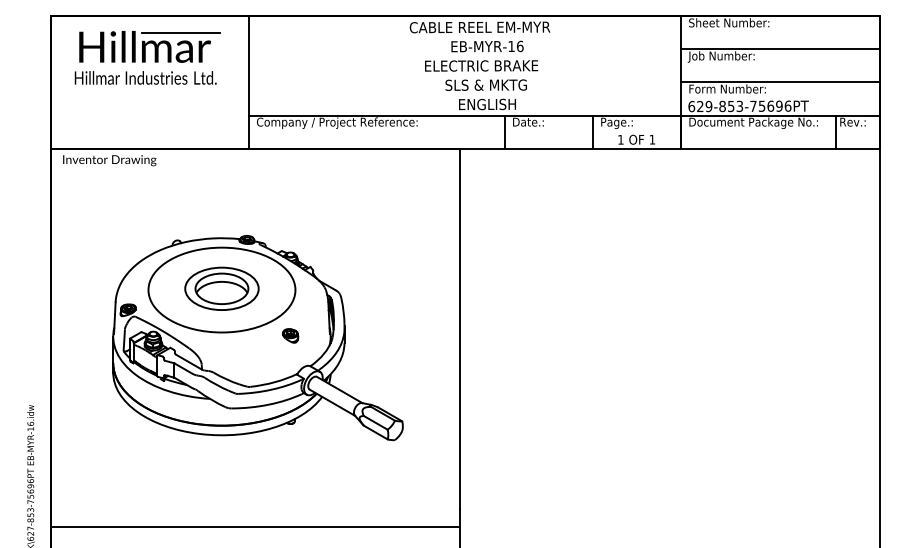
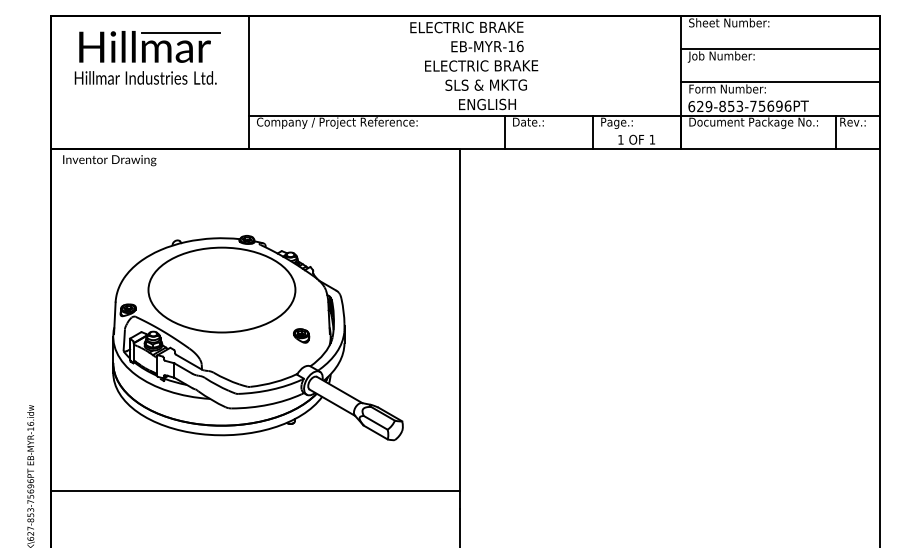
text at (479, 27): CABLE REEL EM-MYR -> ELECTRIC BRAKE
part at (221, 288): present -> none
part at (290, 335) position: (290, 335) -> (301, 335)
line at (254, 527) position: (254, 527) -> (254, 491)
